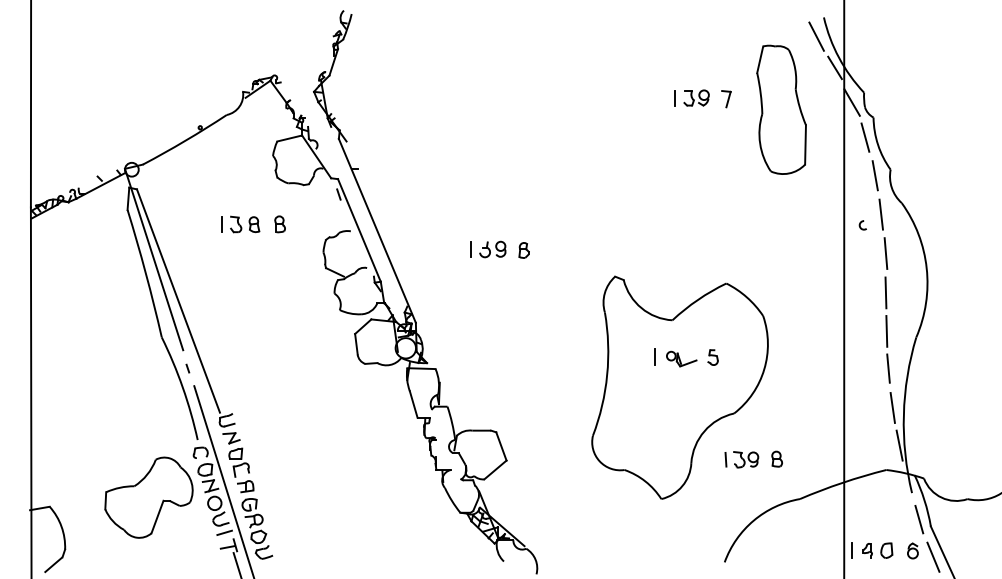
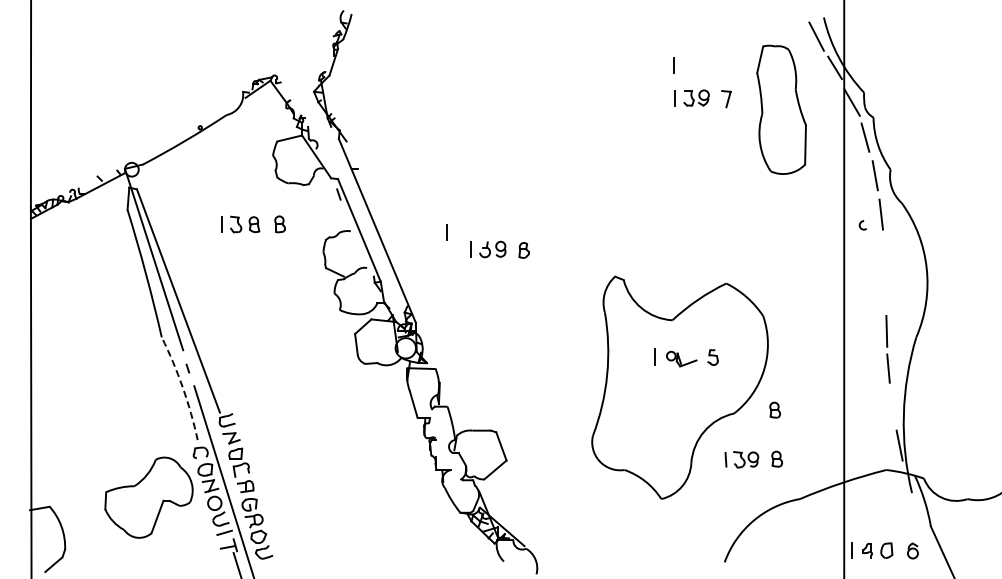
line at (673, 65): none -> present
line at (446, 232): none -> present
line at (885, 253): present -> none
line at (885, 292): present -> none
arc at (182, 387): solid -> dashed
line at (892, 407): present -> none
part at (774, 409): none -> present
line at (919, 519): present -> none
line at (933, 556): present -> none
